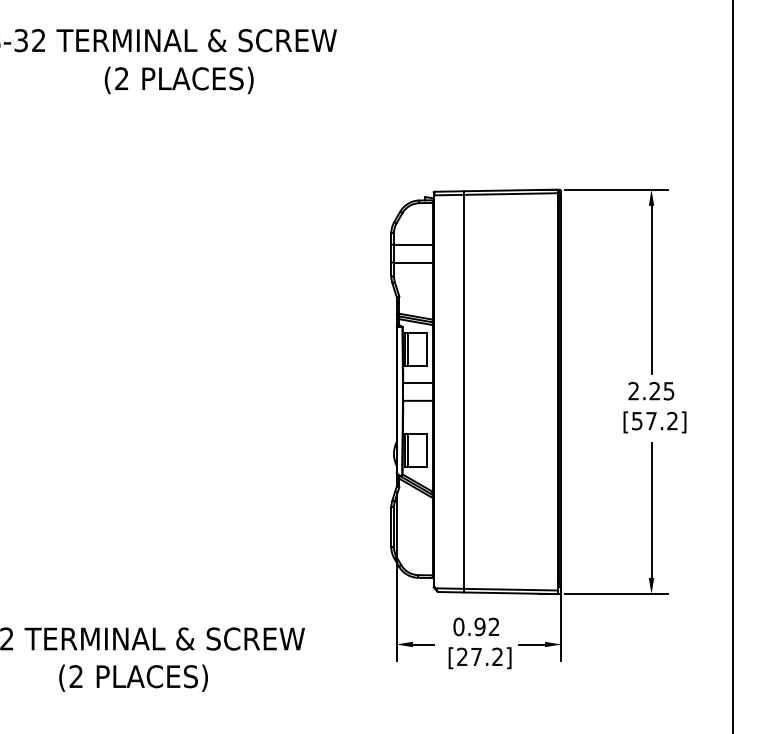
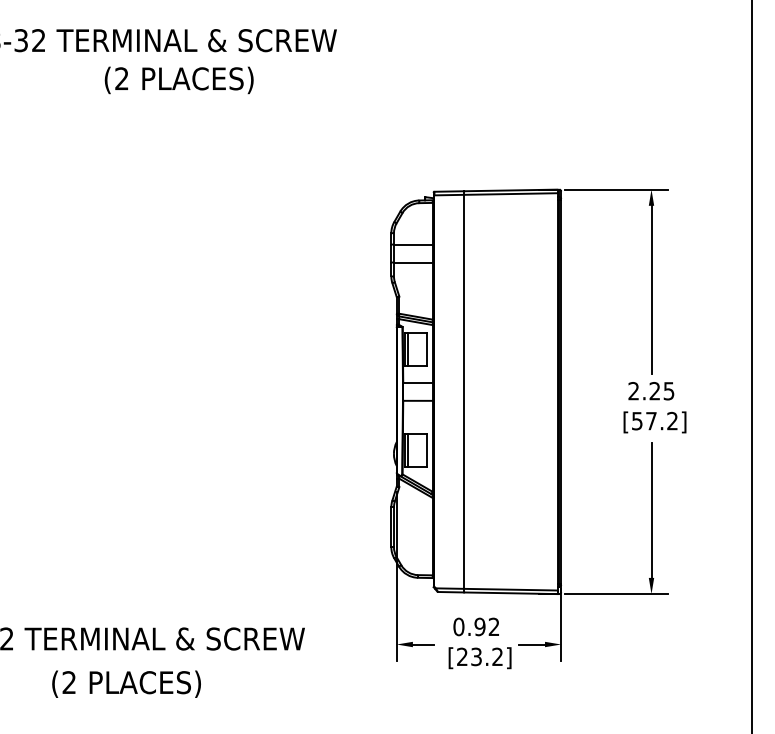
line at (732, 366) position: (732, 366) -> (751, 366)
text at (476, 656): [27.2] -> [23.2]
text at (133, 677) position: (133, 677) -> (126, 683)
